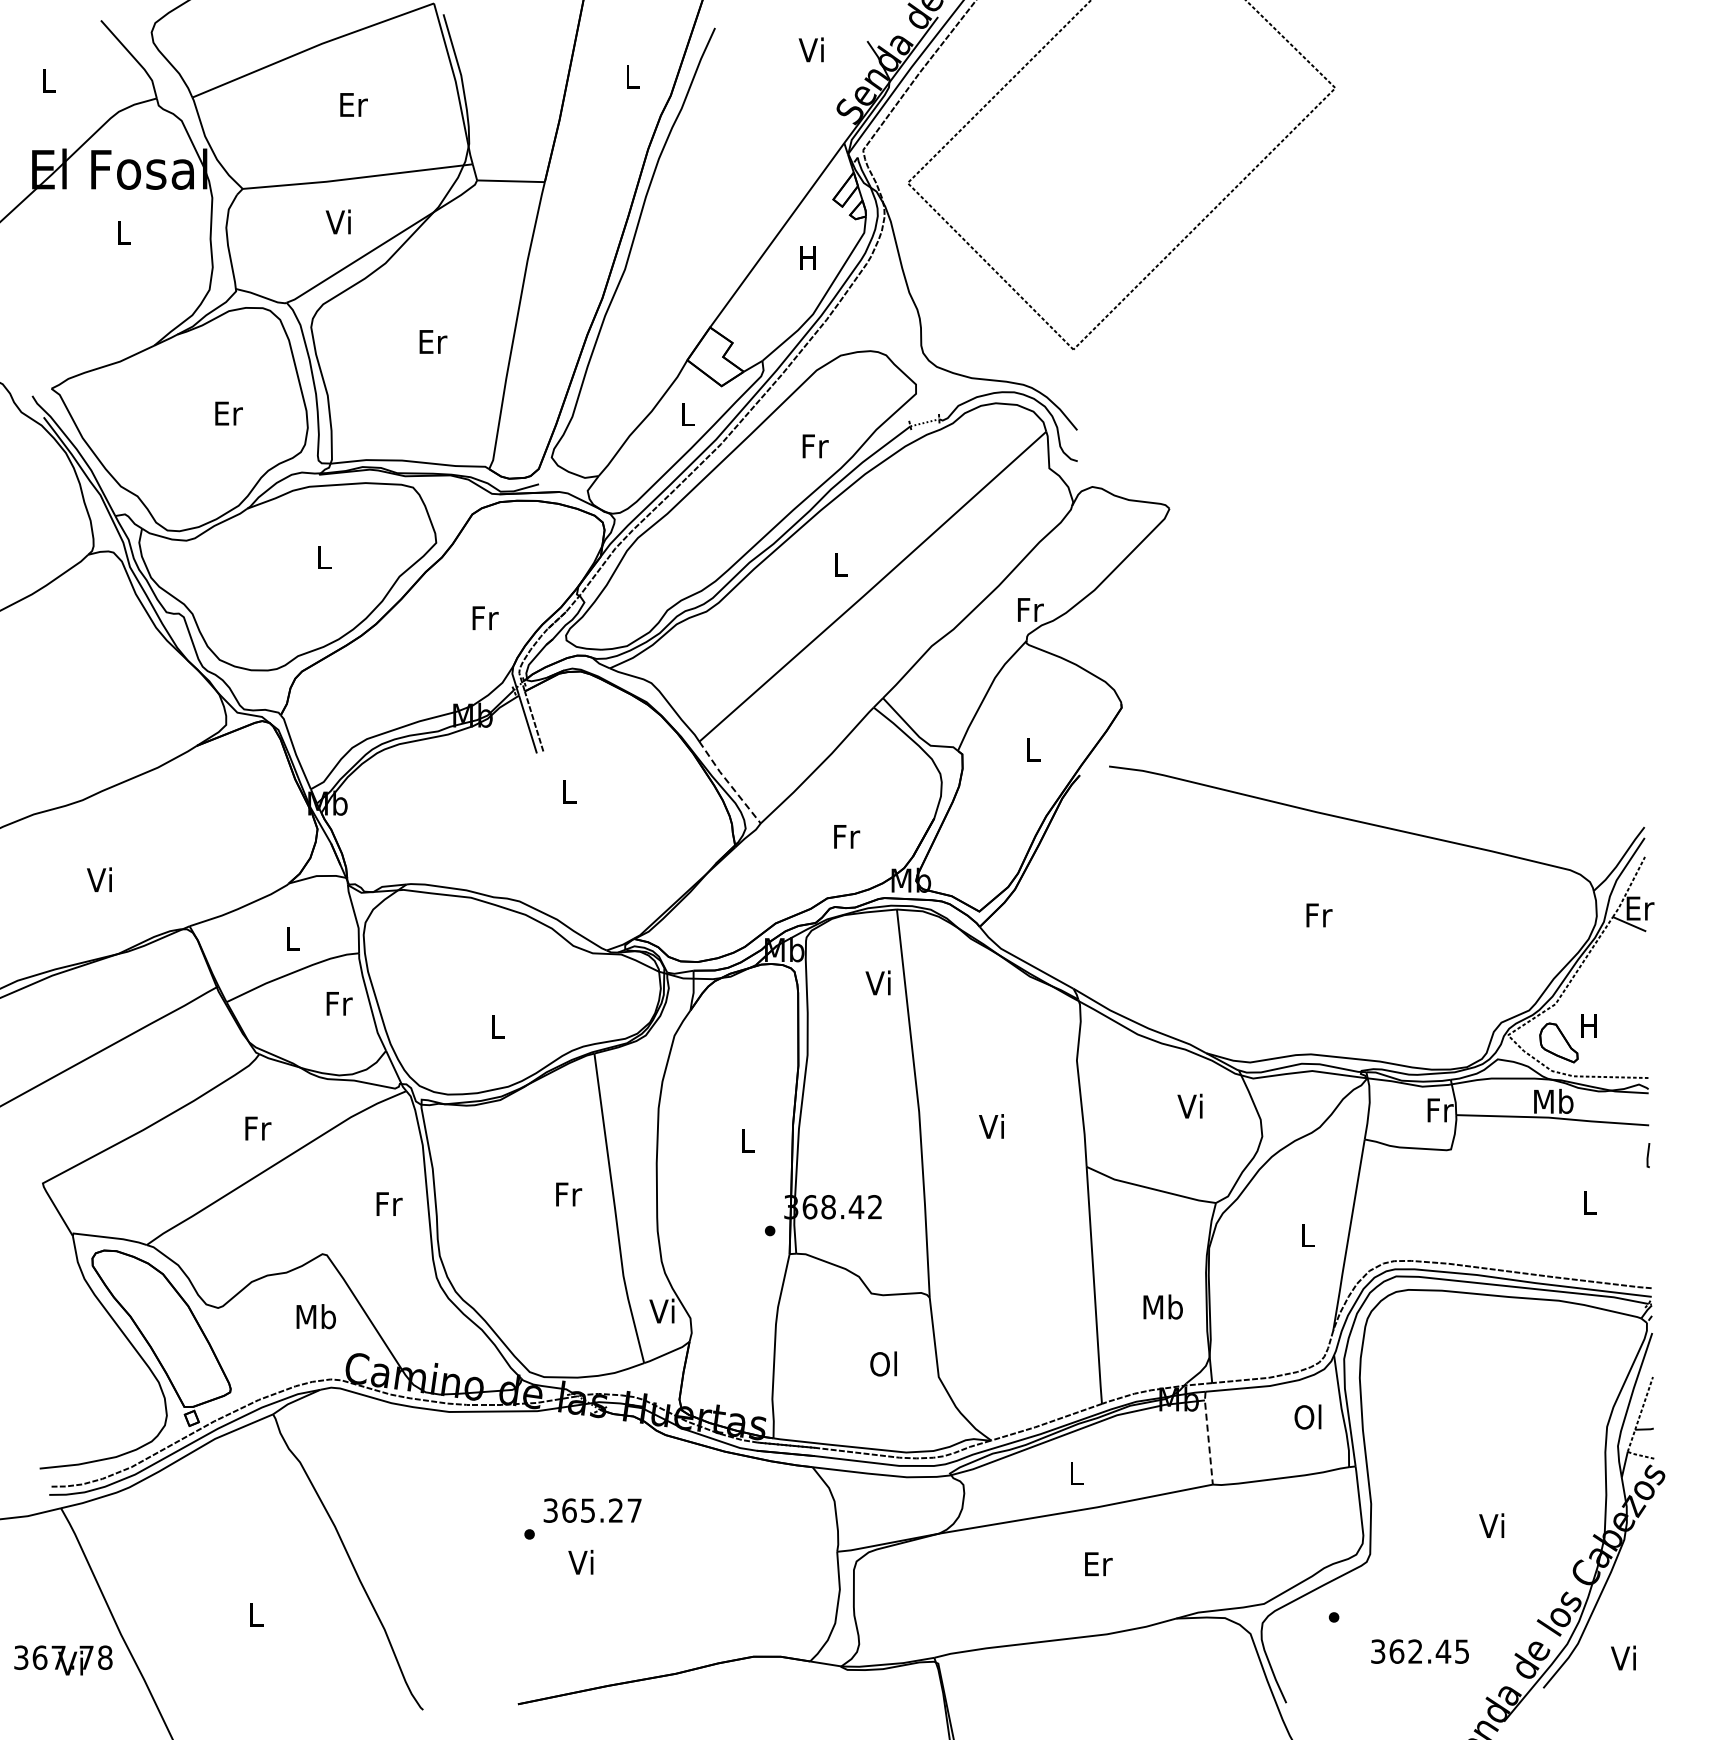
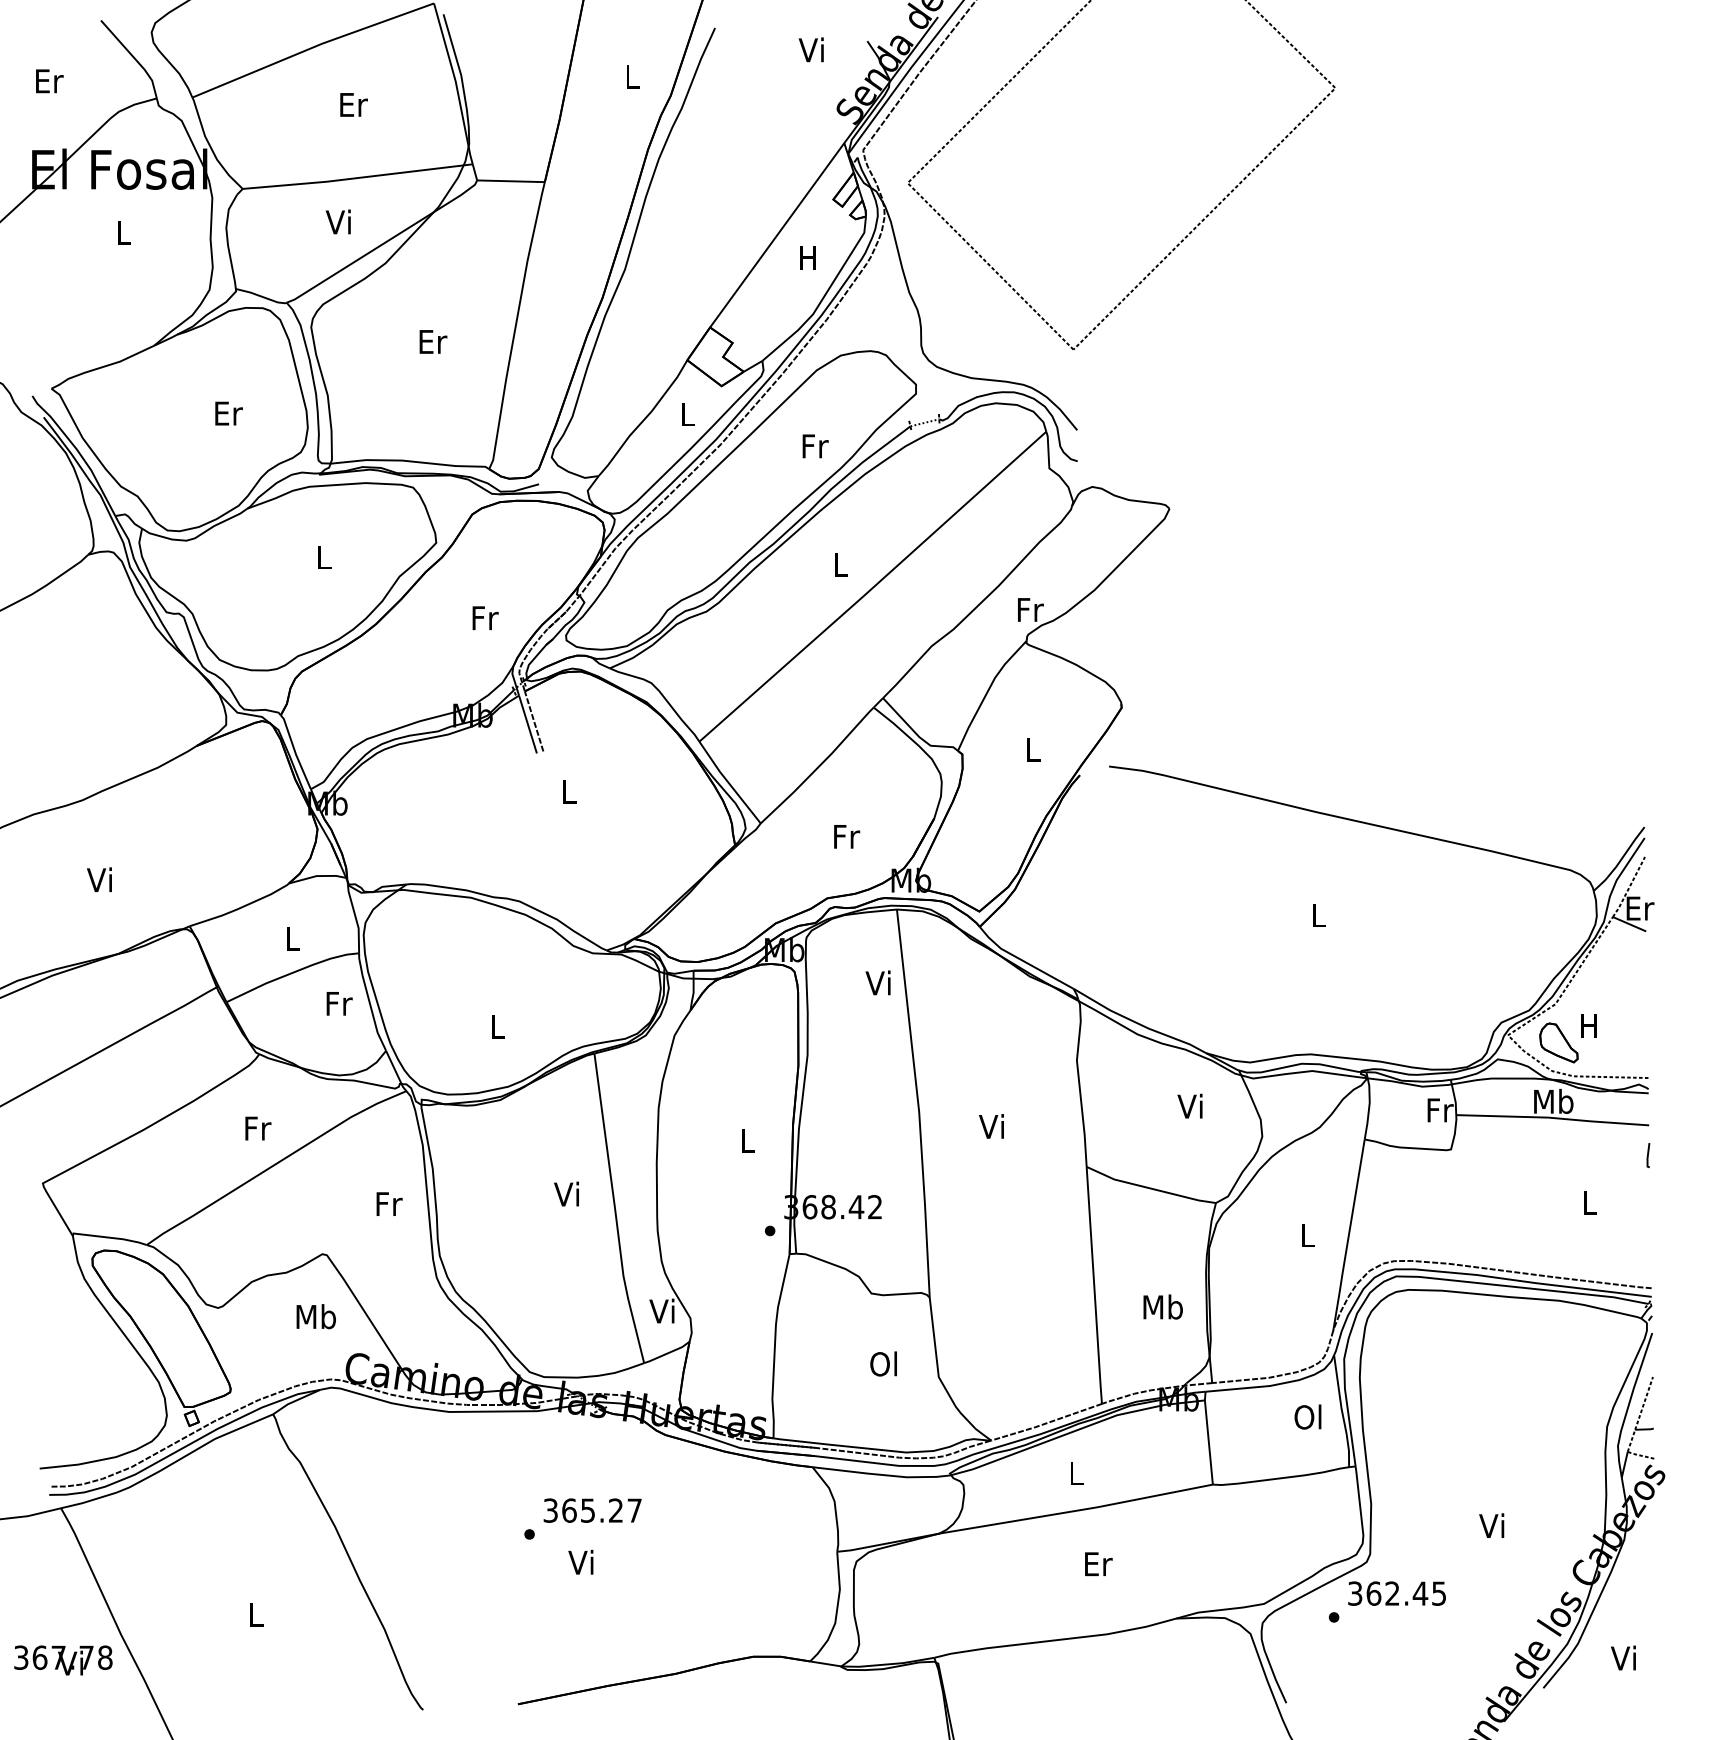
text at (49, 81): L -> Er
line at (728, 782): dashed -> solid
text at (1319, 915): Fr -> L
text at (568, 1193): Fr -> Vi
line at (1208, 1438): dashed -> solid
text at (1419, 1651) position: (1419, 1651) -> (1396, 1593)
